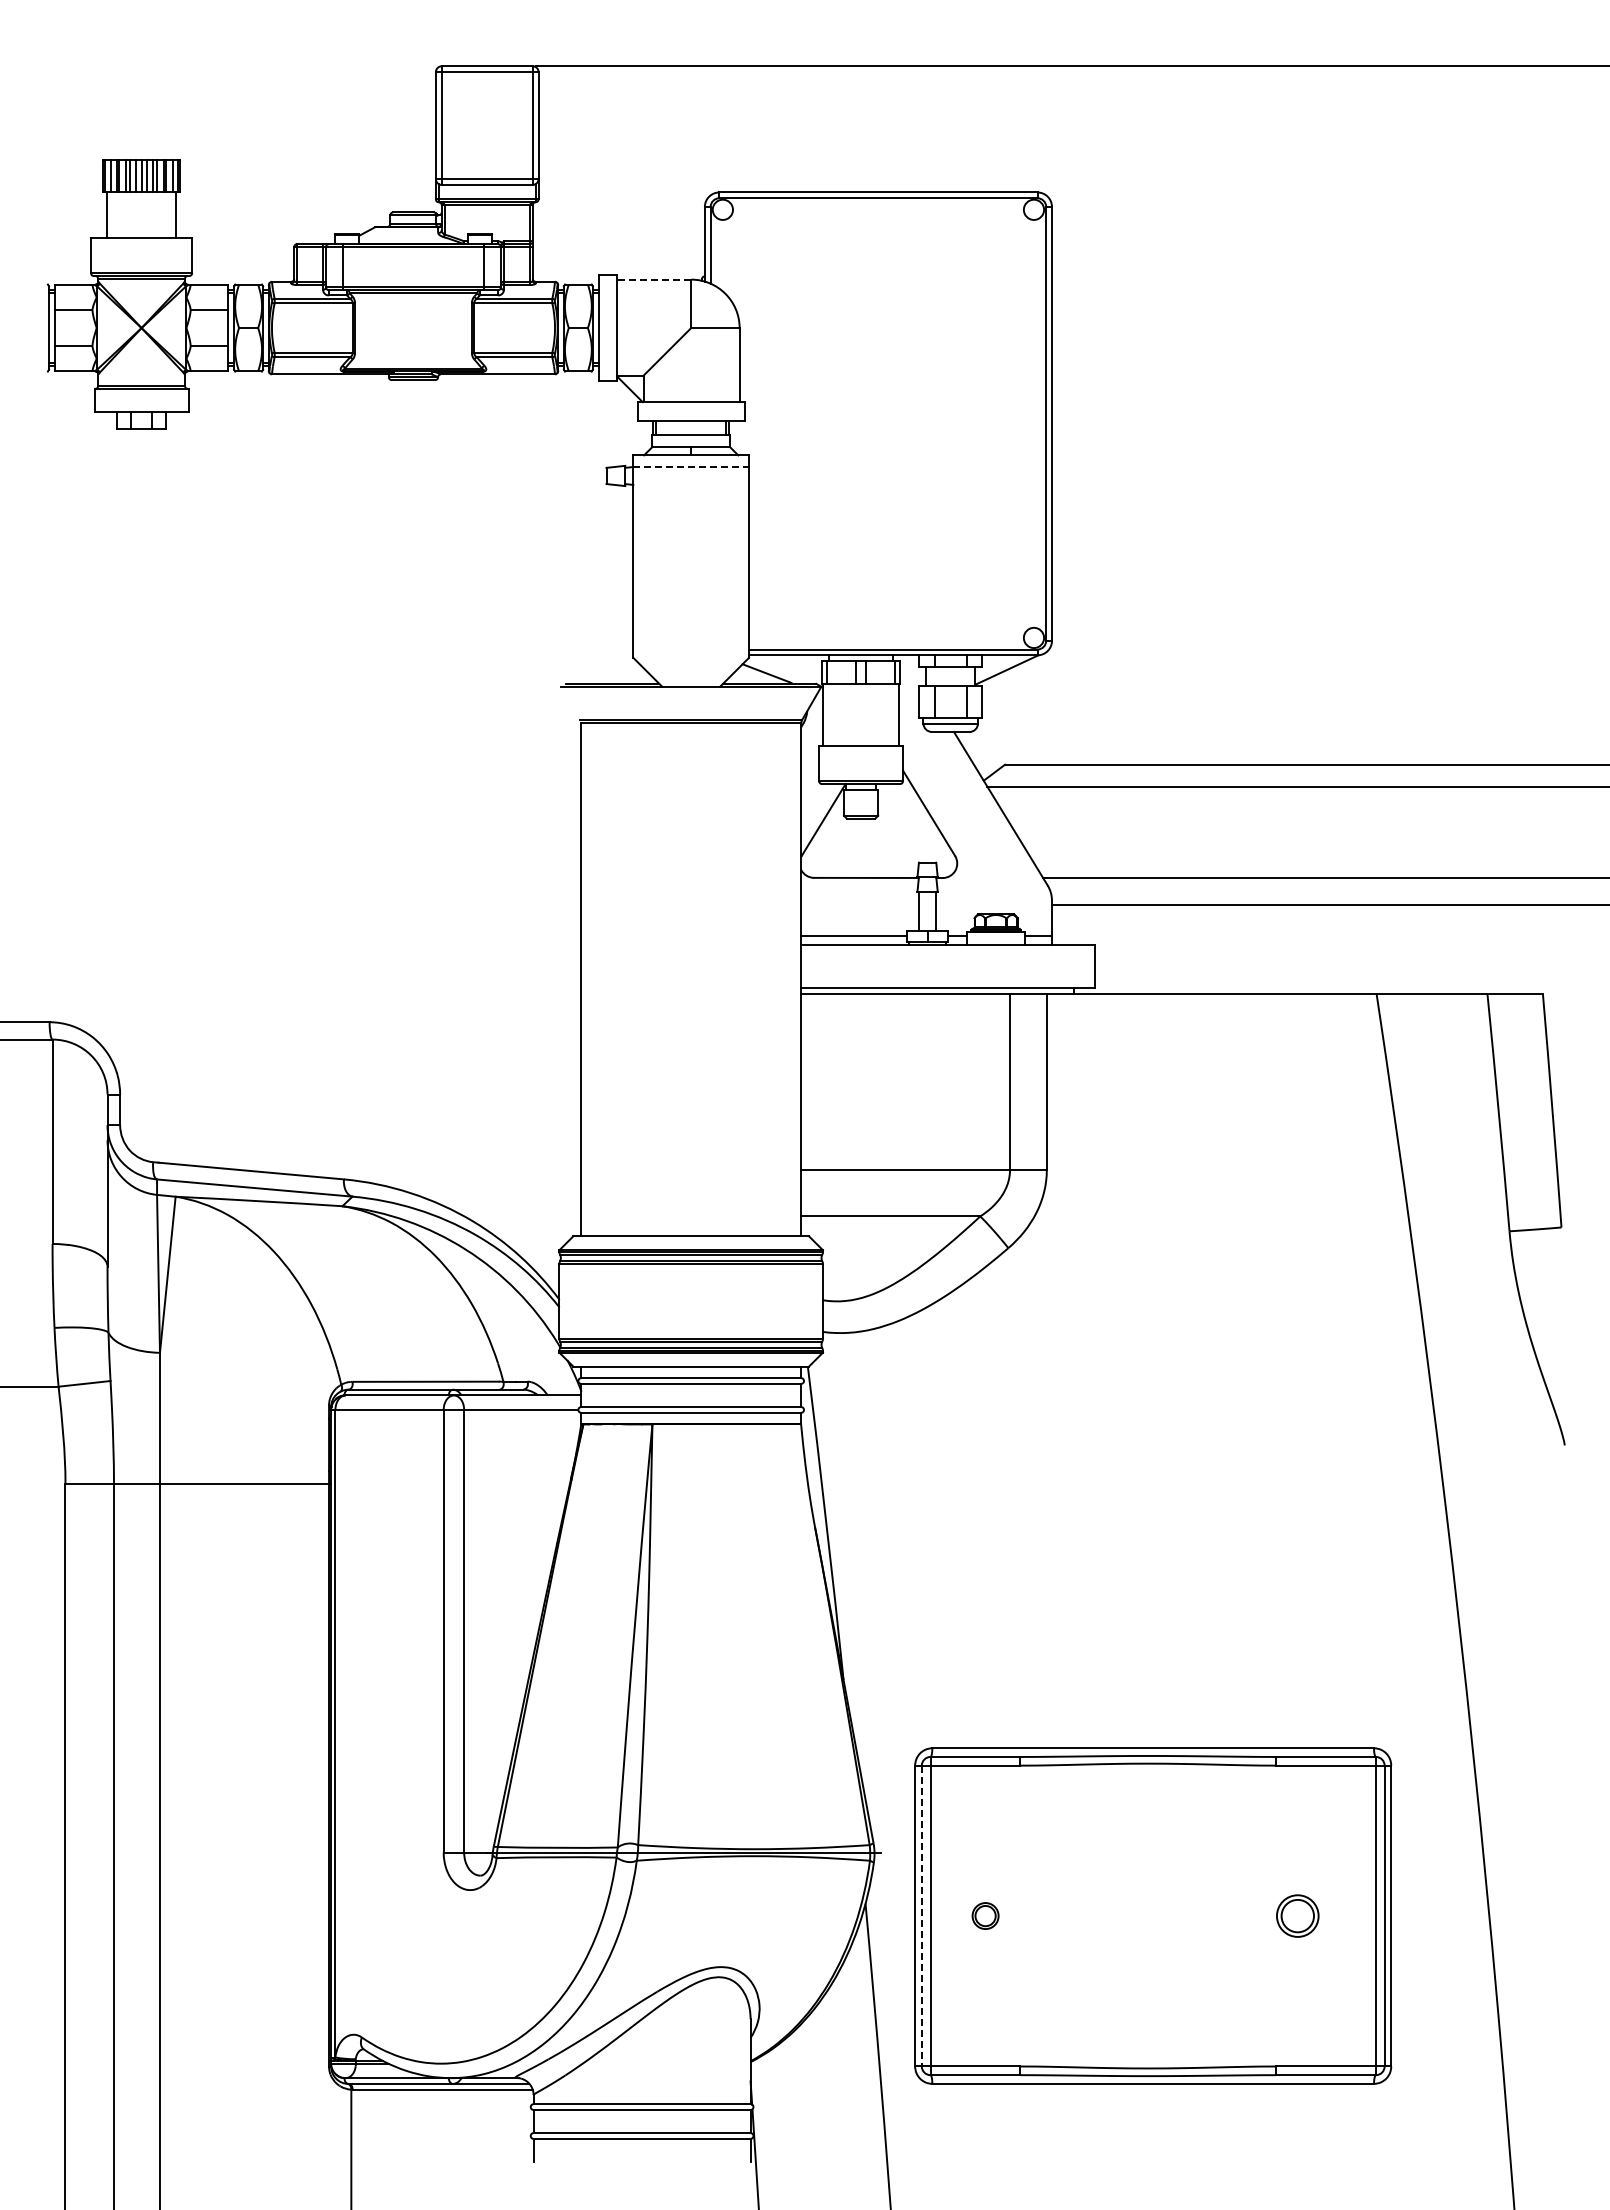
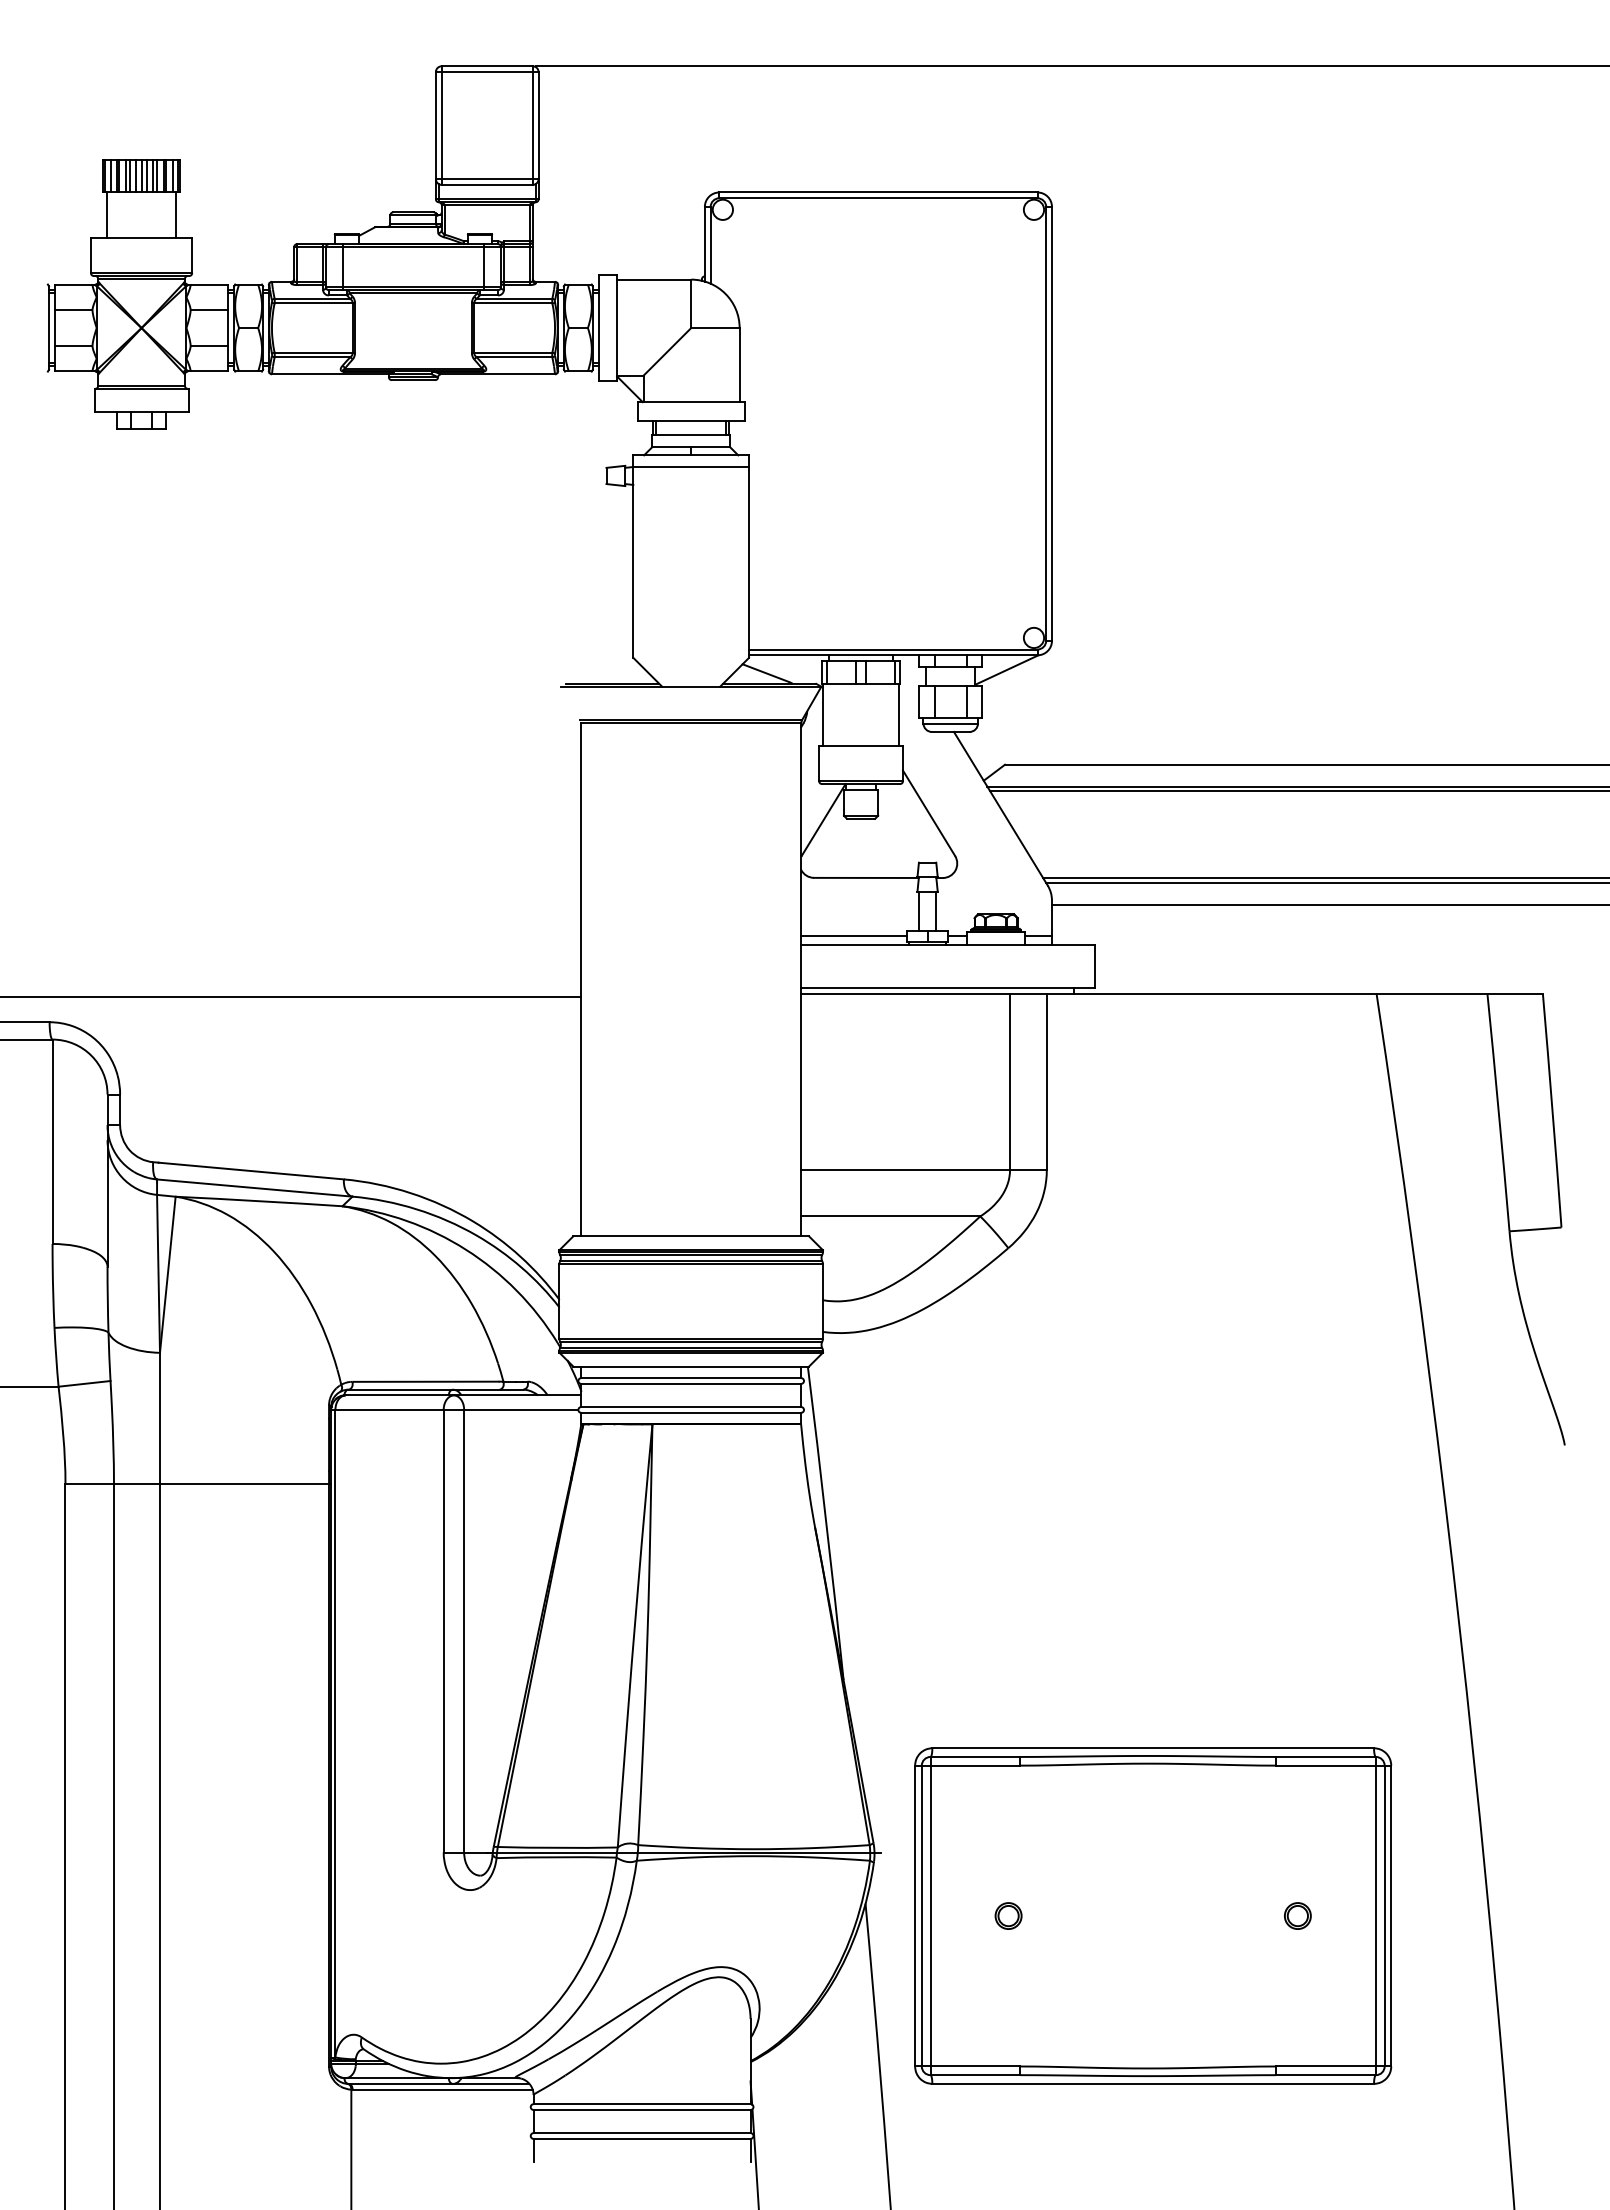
line at (653, 279): dashed -> solid
line at (691, 466): dashed -> solid
line at (1298, 791): none -> present
line at (1326, 882): none -> present
line at (291, 996): none -> present
part at (985, 1915) position: (985, 1915) -> (1008, 1915)
part at (1297, 1915) size: 44x44 px -> 28x28 px
line at (921, 1916): dashed -> solid
